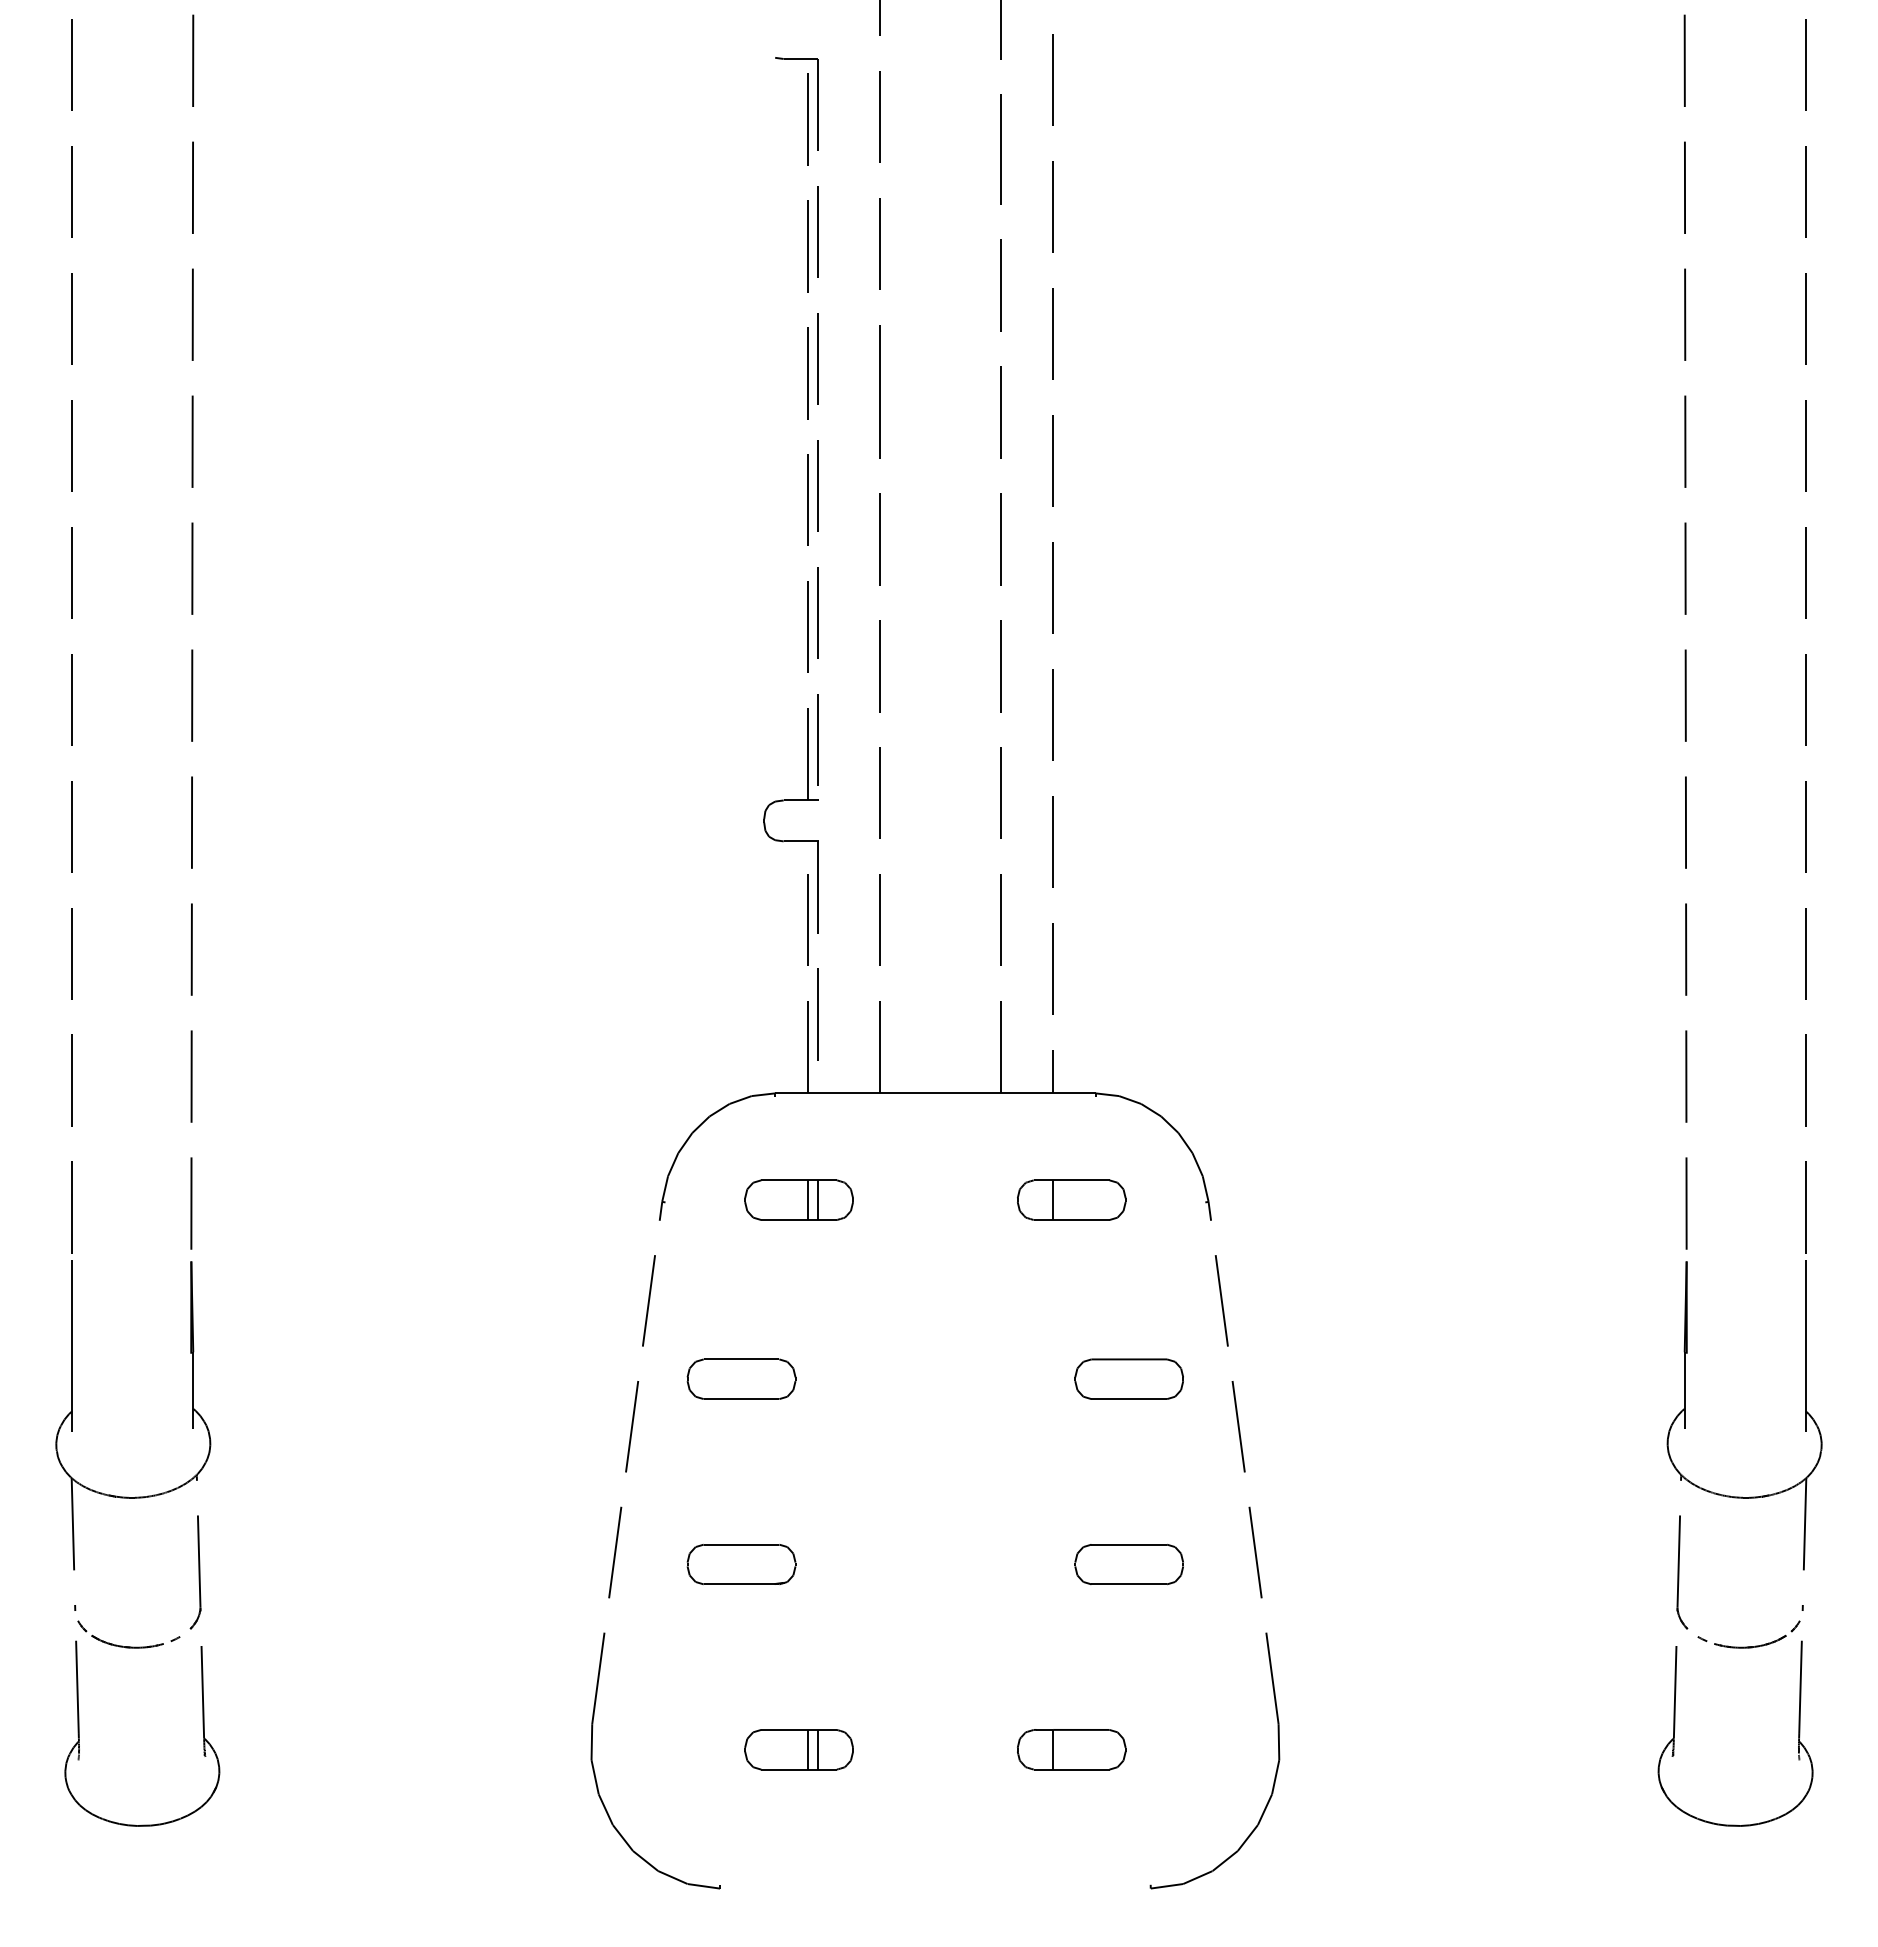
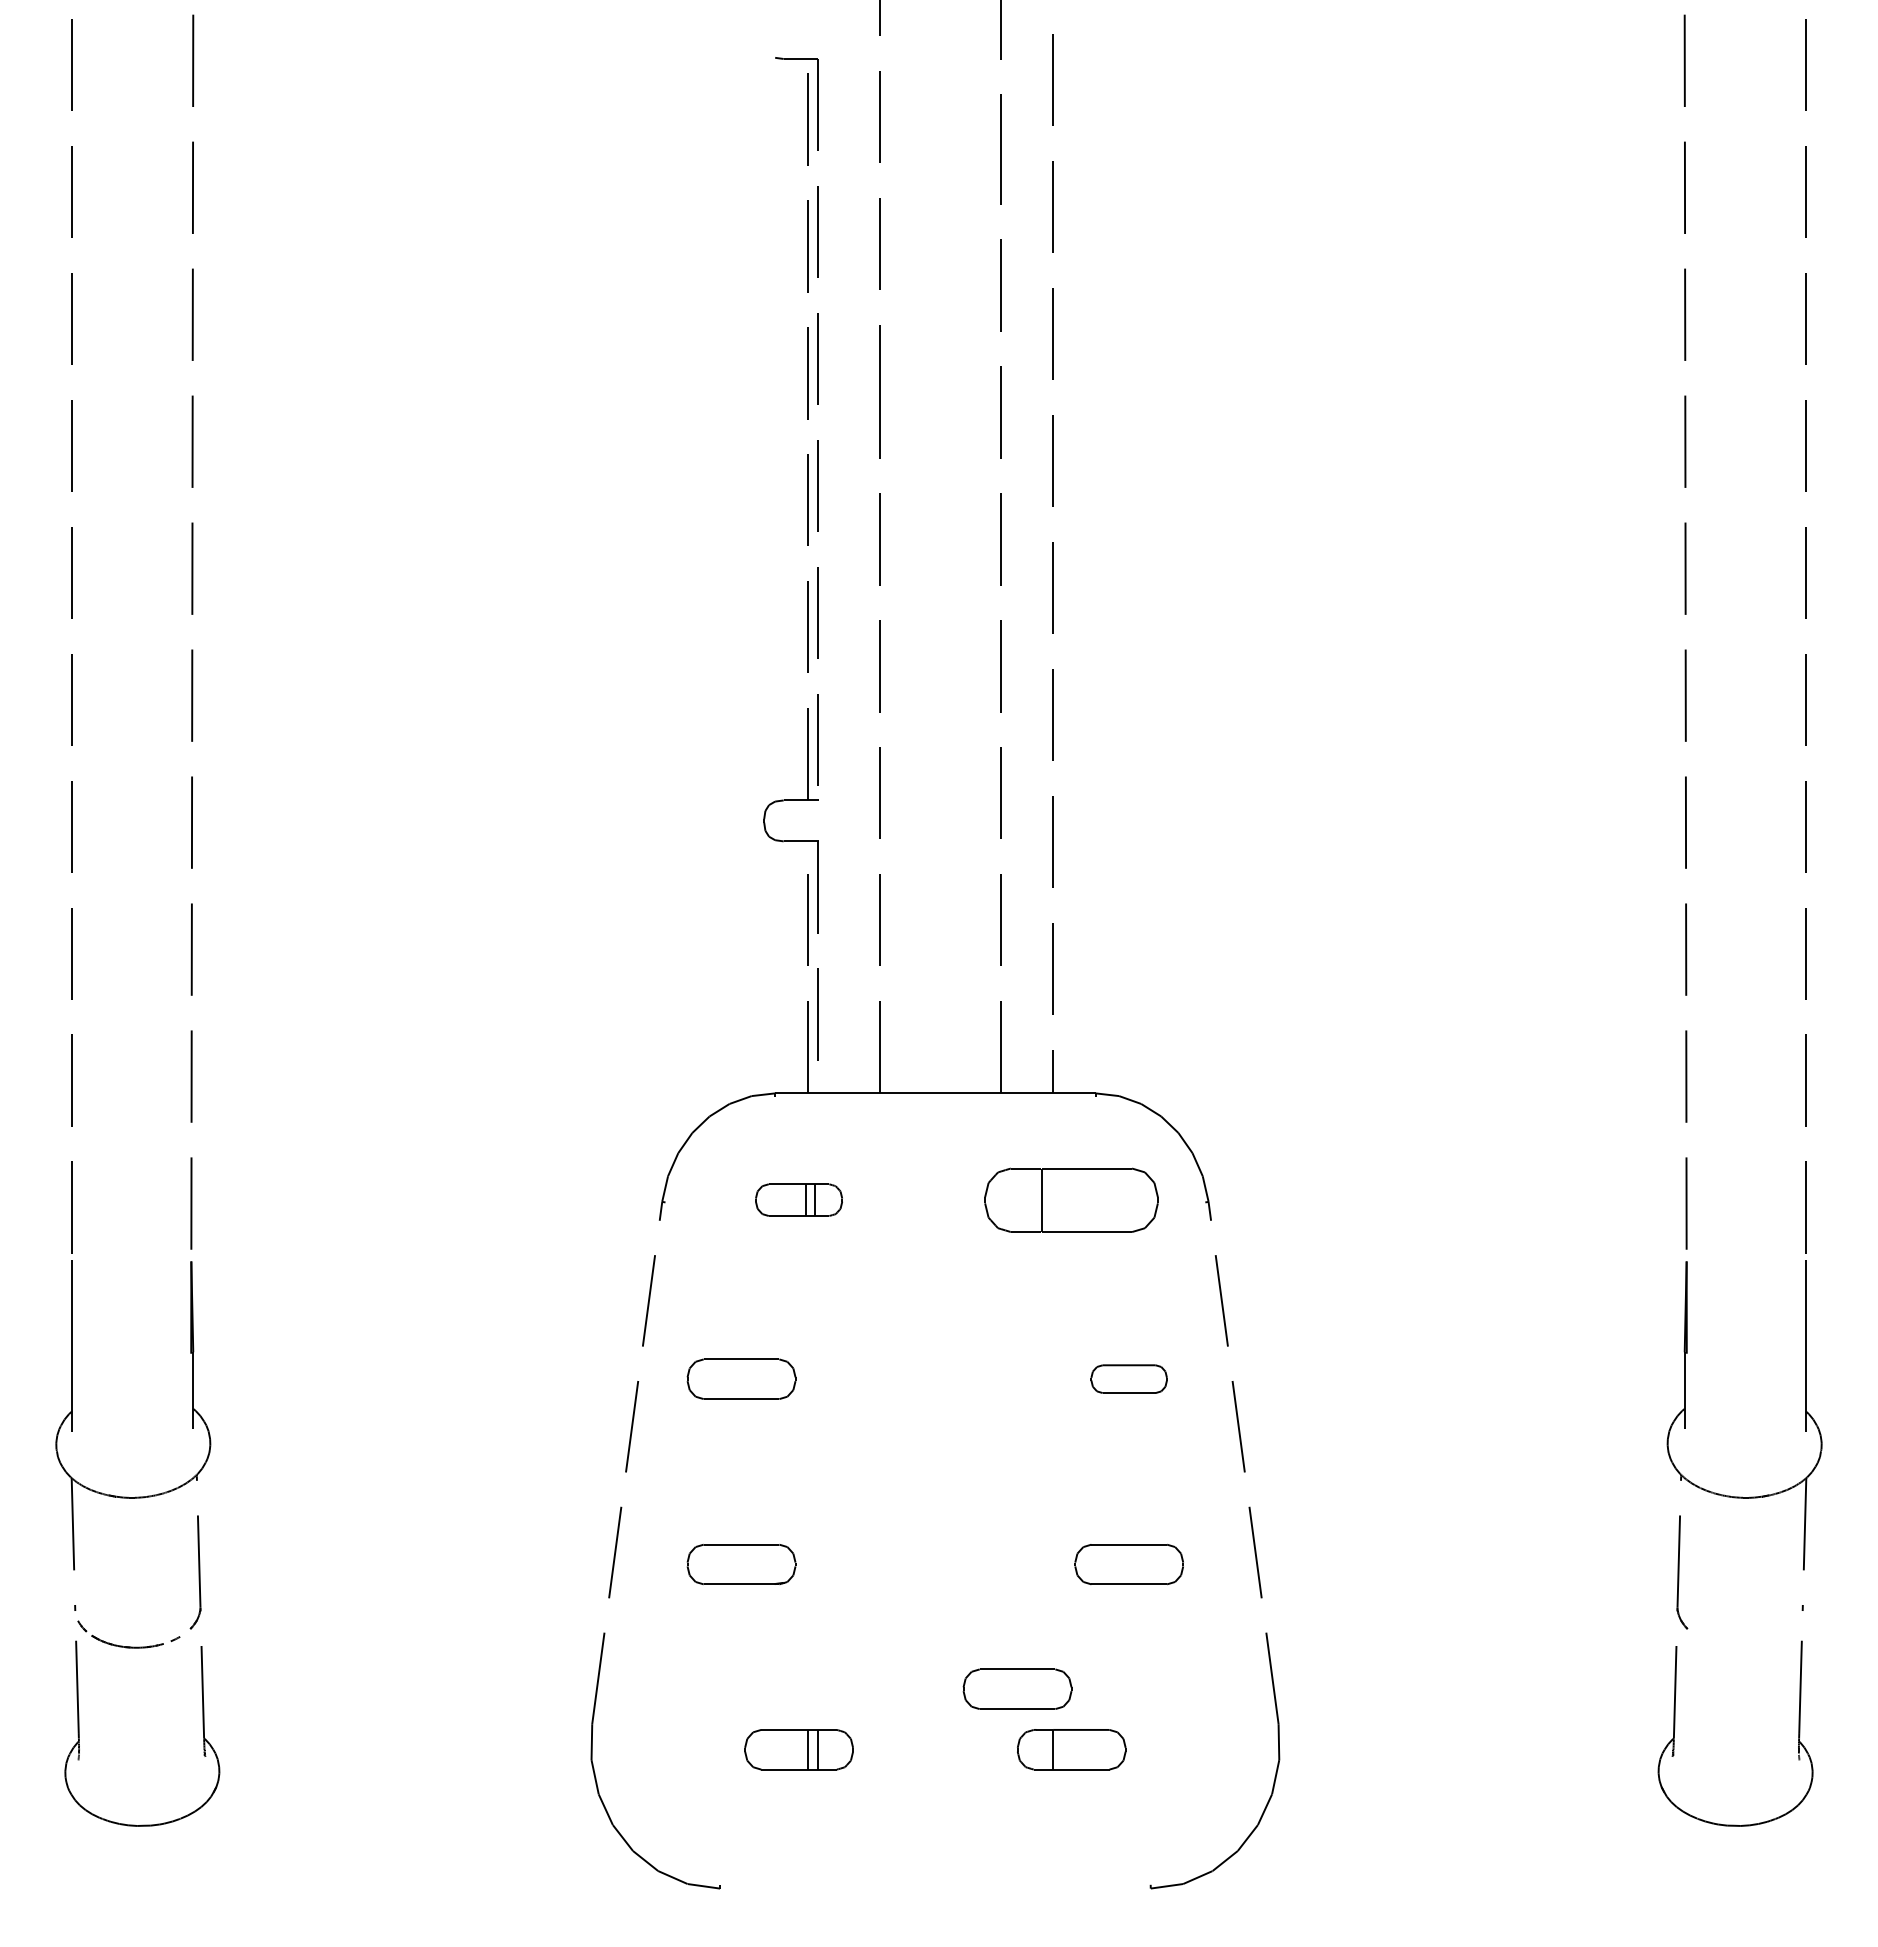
part at (798, 1199) size: 110x42 px -> 88x34 px
part at (1071, 1199) size: 110x42 px -> 175x66 px
part at (1128, 1378) size: 110x42 px -> 78x30 px
part at (1748, 1646): present -> none
part at (1017, 1688): none -> present
